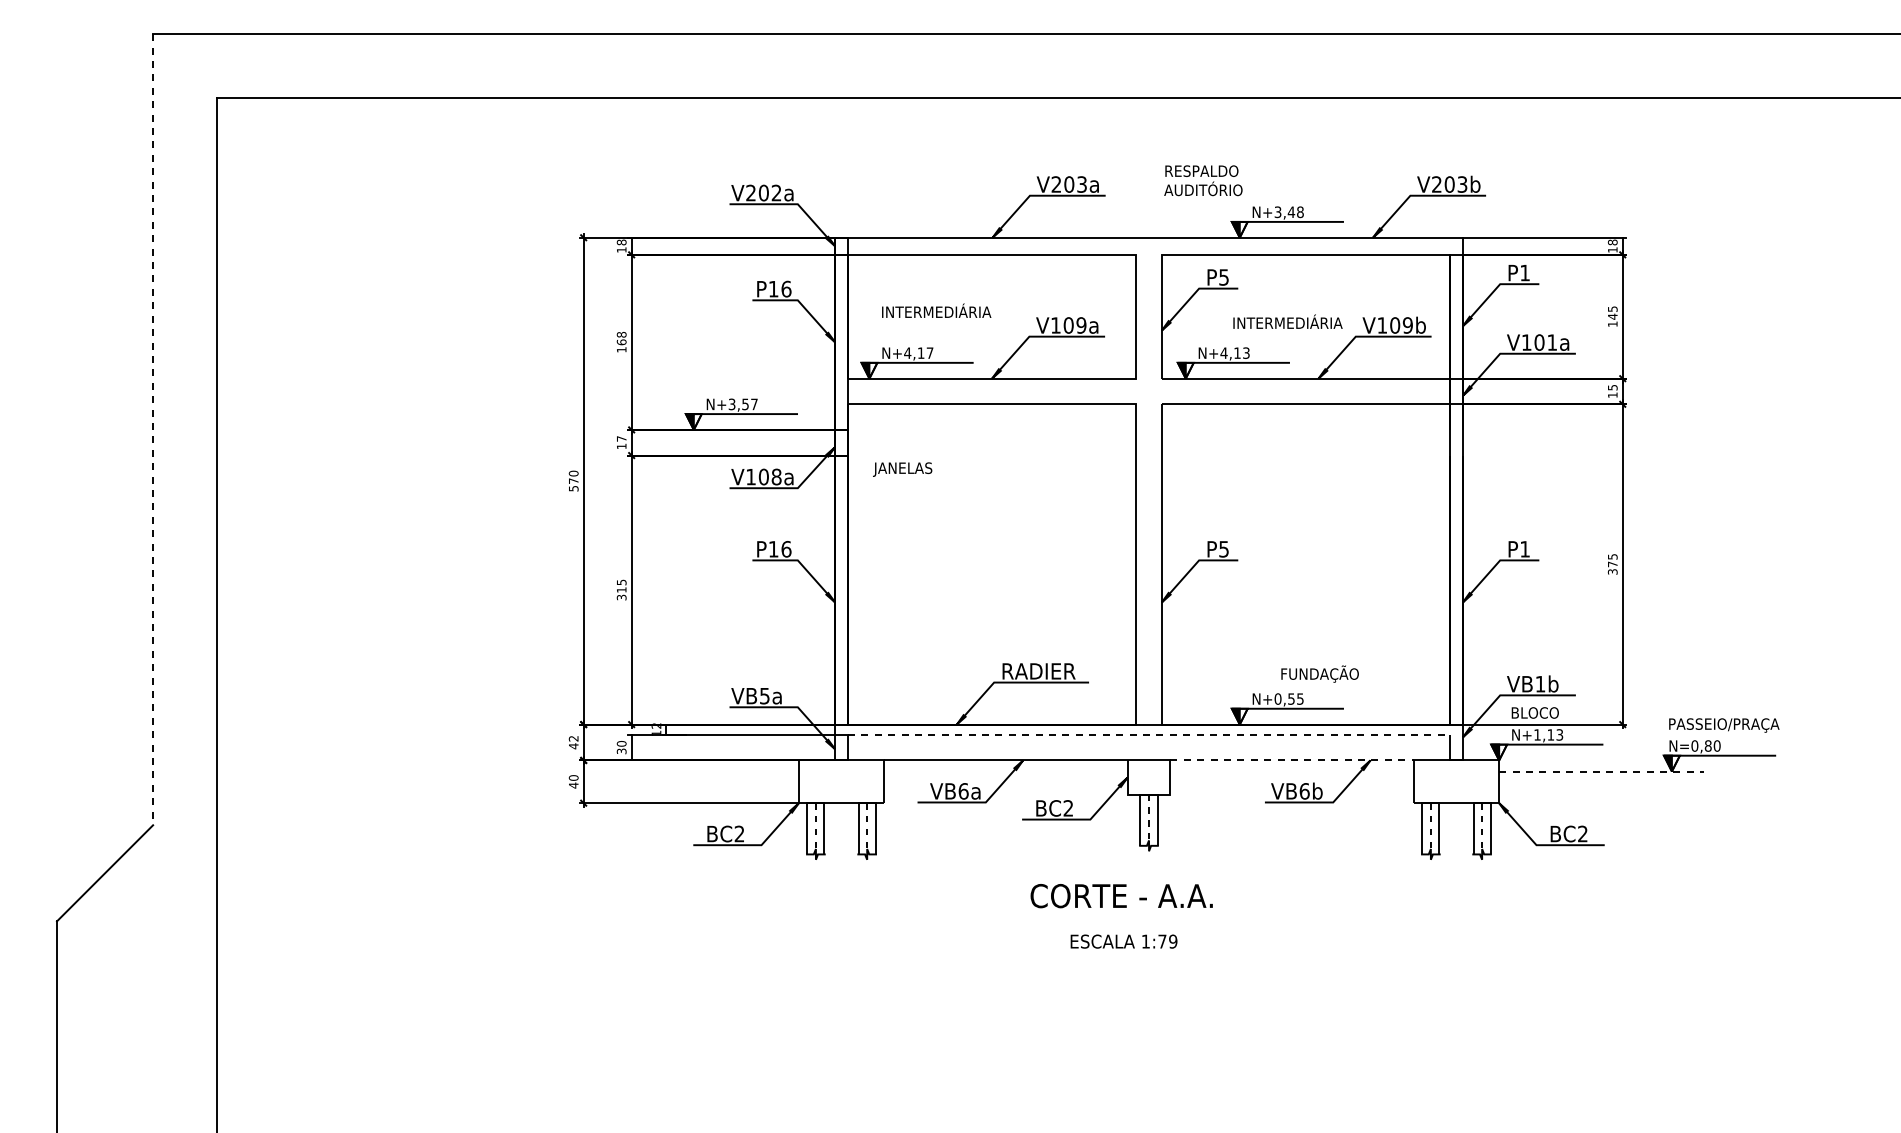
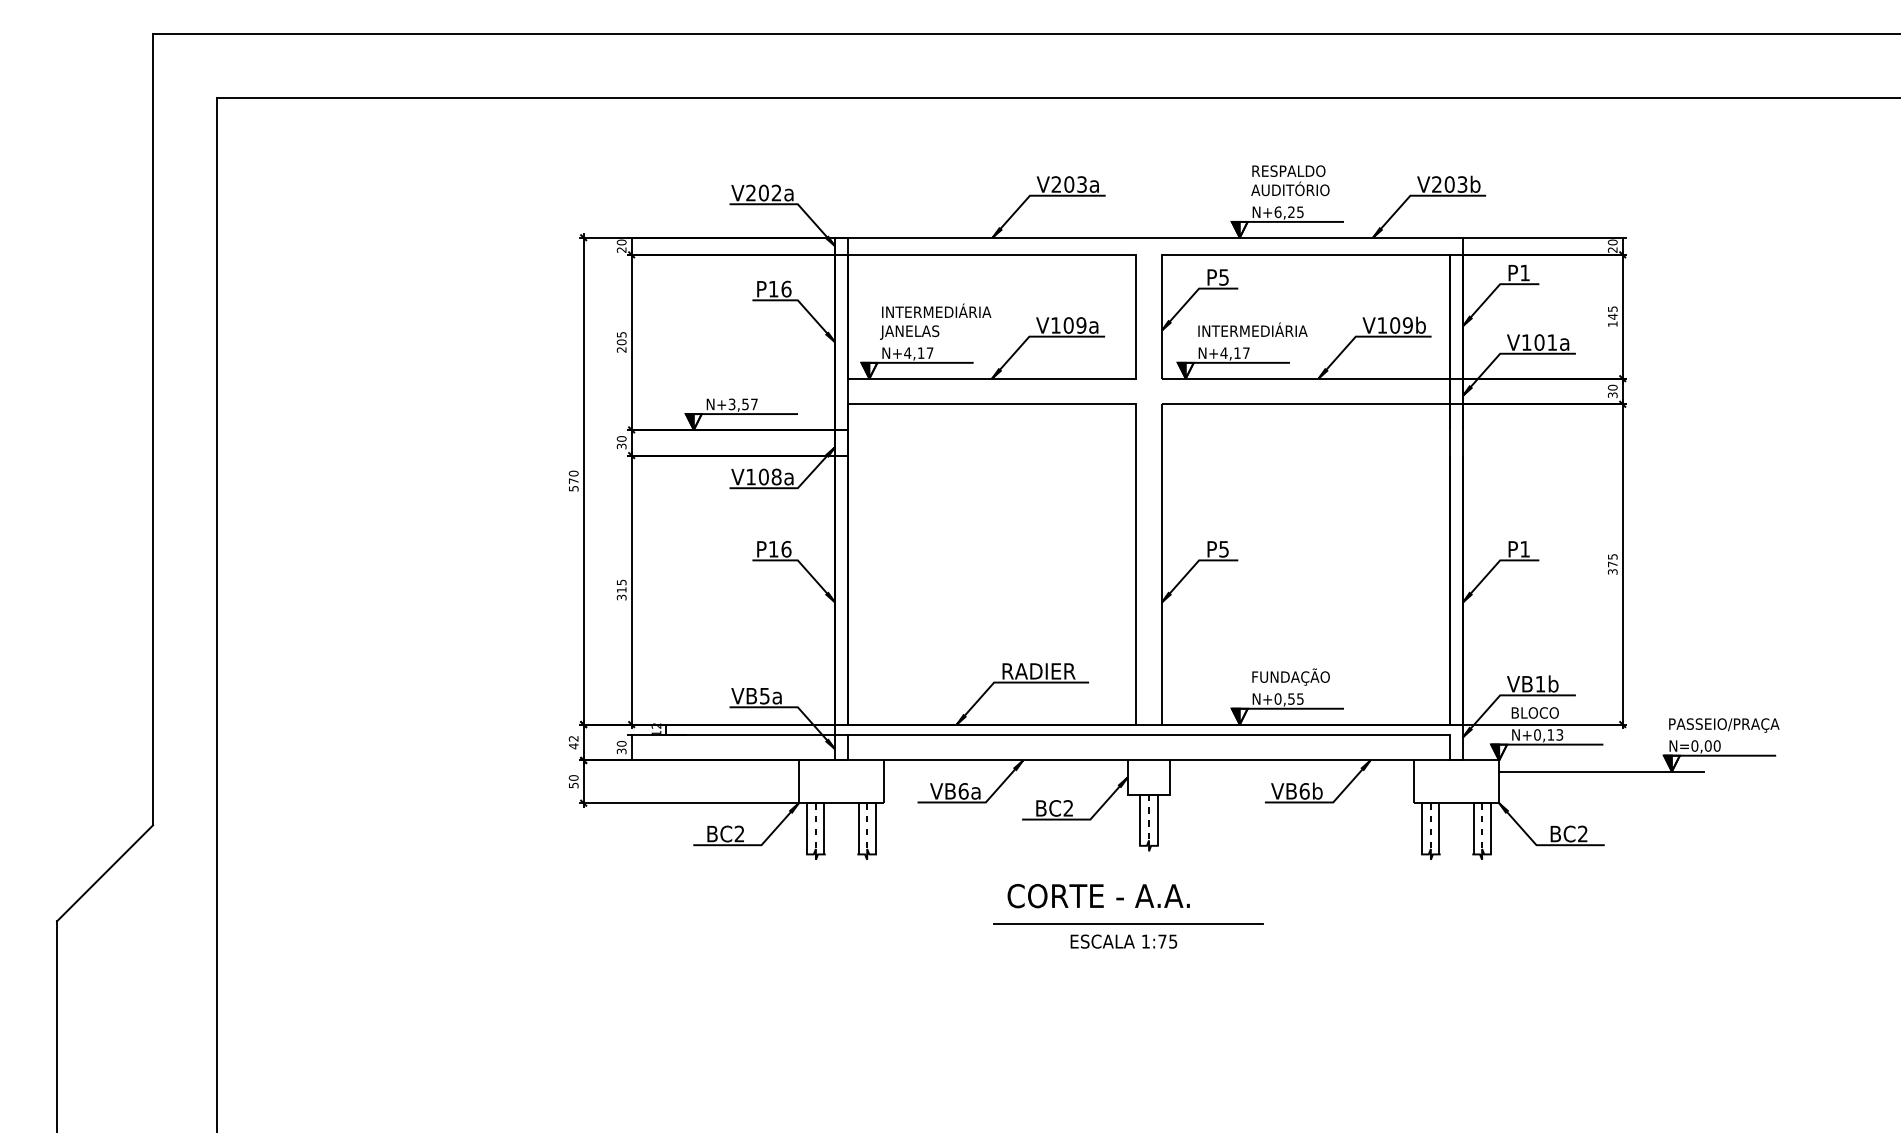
text at (1203, 180) position: (1203, 180) -> (1290, 180)
text at (1288, 211): N+3,48 -> N+6,25
text at (621, 245): 18 -> 20
text at (1612, 245): 18 -> 20
text at (1287, 321) position: (1287, 321) -> (1252, 329)
text at (621, 341): 168 -> 205
text at (1246, 352): N+4,13 -> N+4,17
text at (1612, 391): 15 -> 30
line at (153, 429): dashed -> solid
text at (621, 442): 17 -> 30
text at (902, 469) position: (902, 469) -> (909, 332)
text at (1319, 673) position: (1319, 673) -> (1290, 676)
line at (1149, 734): dashed -> solid
text at (1537, 734): N+1,13 -> N+0,13
text at (1707, 745): N=0,80 -> N=0,00
line at (1292, 760): dashed -> solid
line at (1601, 771): dashed -> solid
text at (573, 785): 40 -> 50
text at (1121, 896) position: (1121, 896) -> (1098, 896)
line at (1128, 924): none -> present
text at (1173, 941): 1:79 -> 1:75
